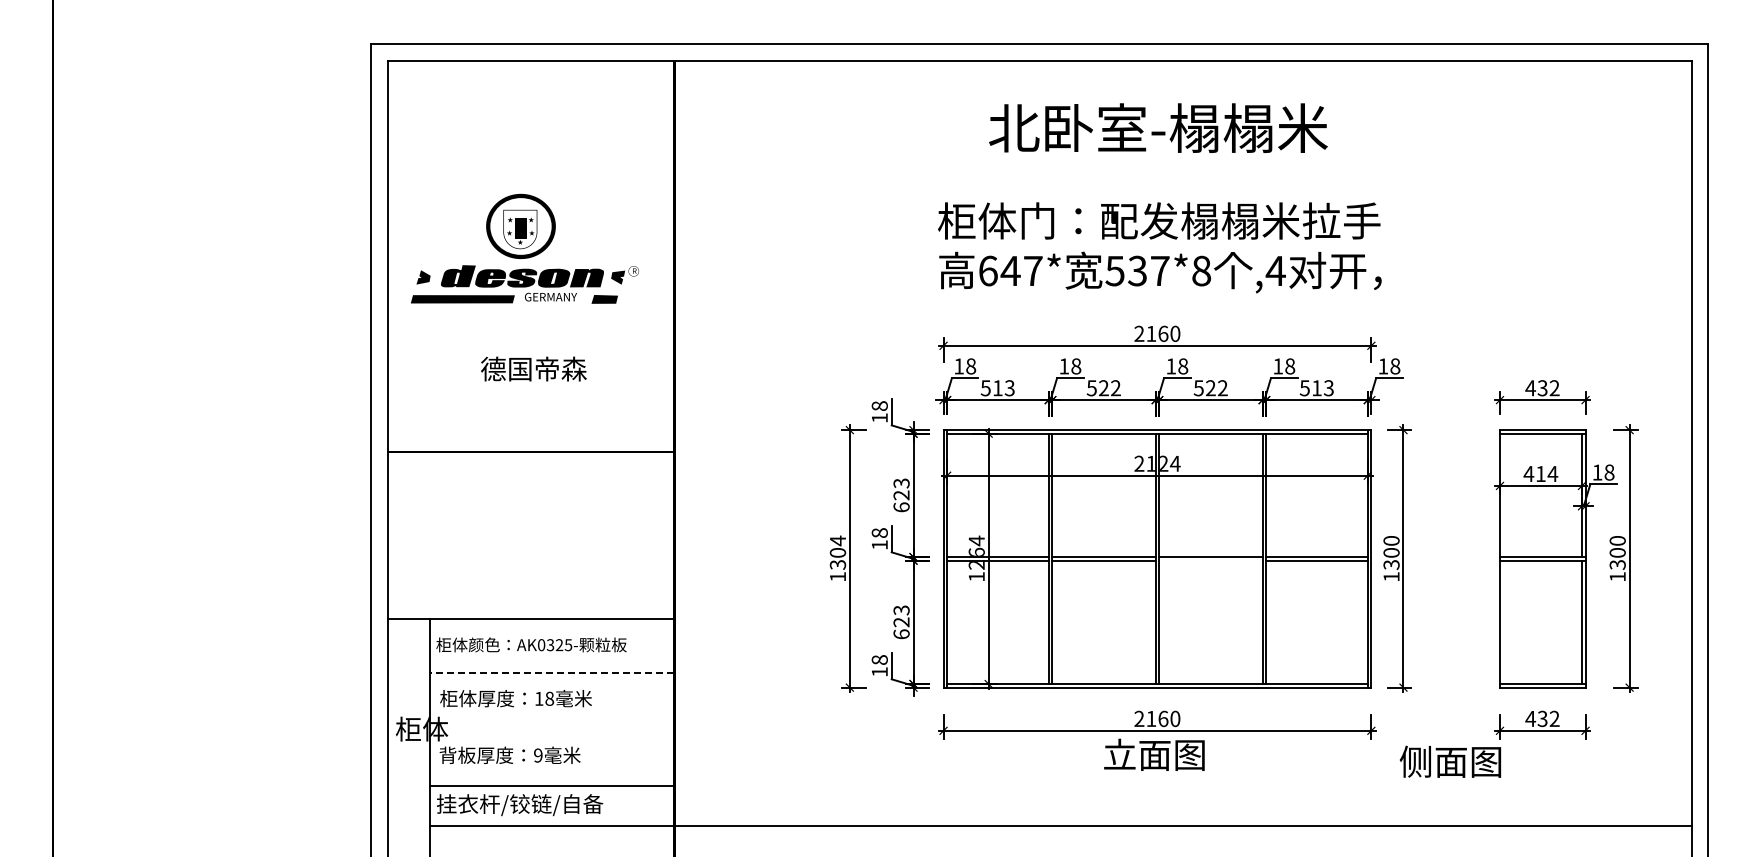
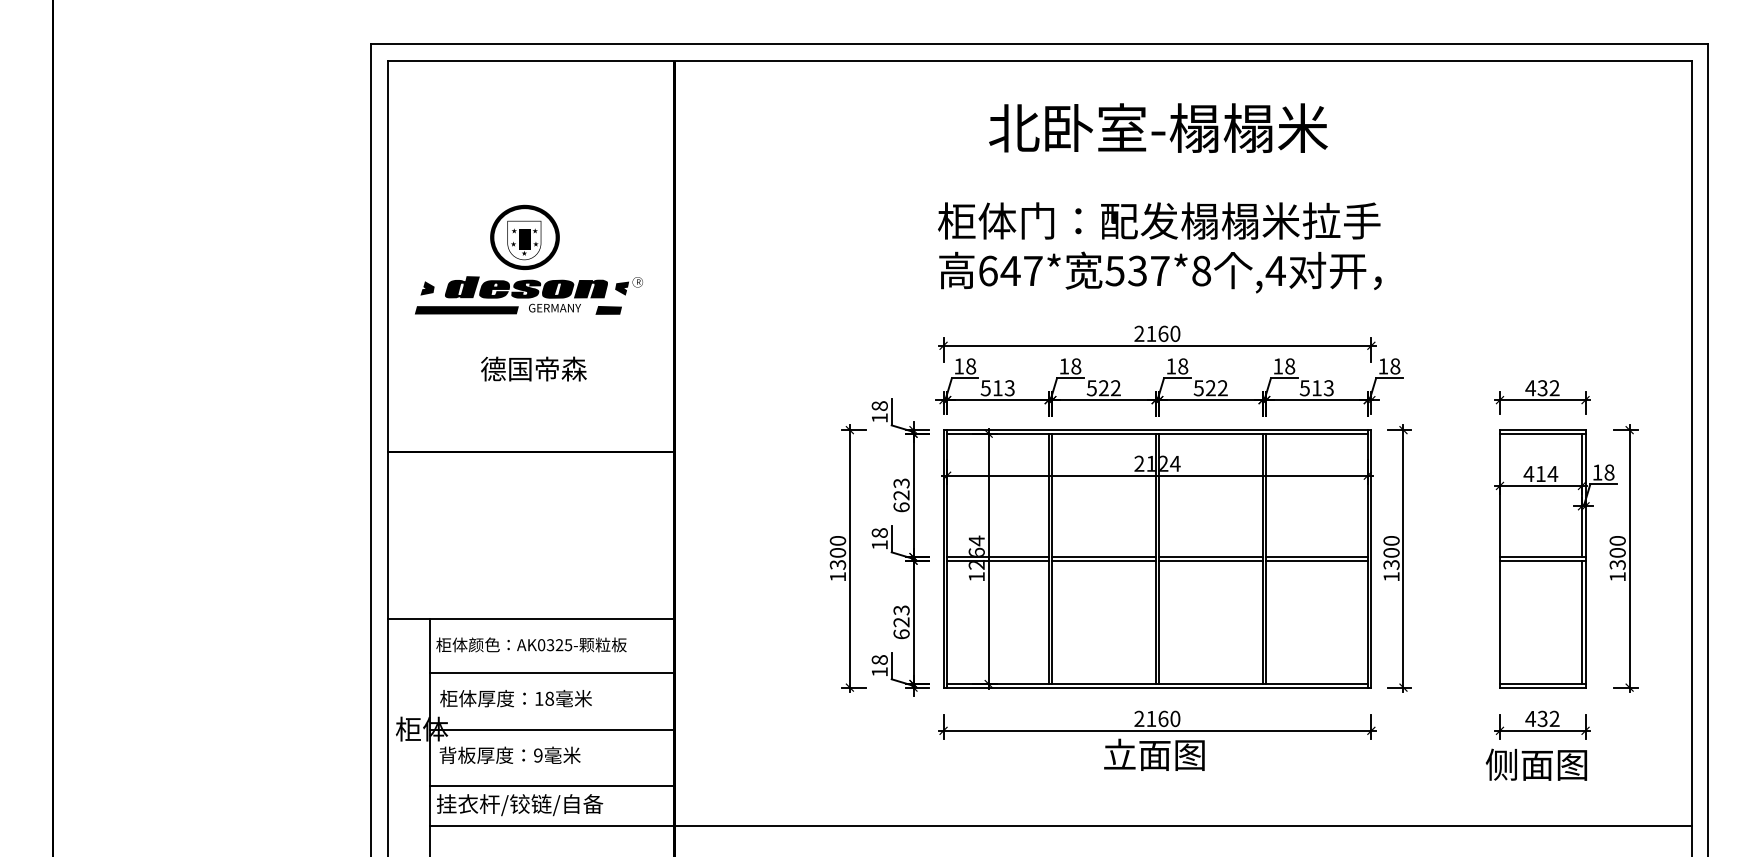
part at (524, 248) position: (524, 248) -> (528, 259)
text at (837, 540): 1304 -> 1300
line at (1210, 560): none -> present
line at (551, 672): dashed -> solid
line at (551, 730): none -> present
text at (1450, 761) position: (1450, 761) -> (1536, 764)
